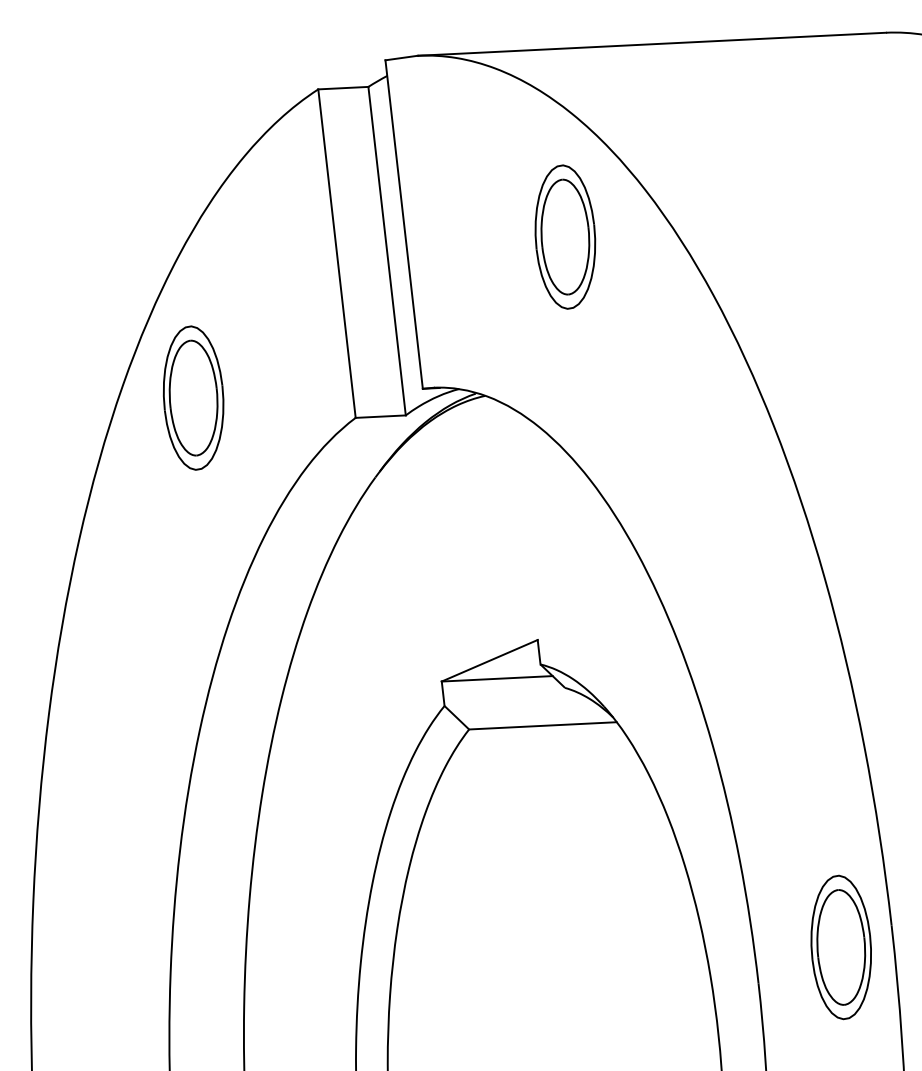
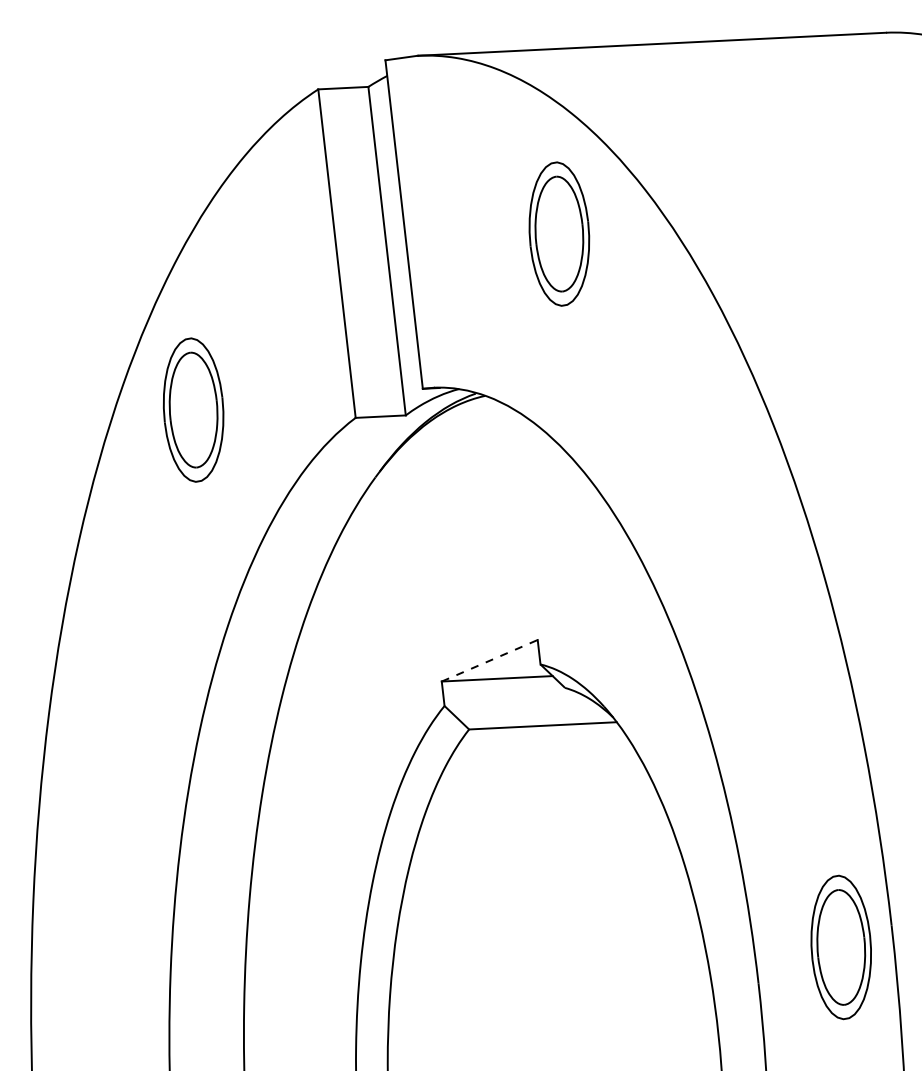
part at (565, 236) position: (565, 236) -> (559, 233)
part at (193, 397) position: (193, 397) -> (193, 409)
line at (490, 660): solid -> dashed
